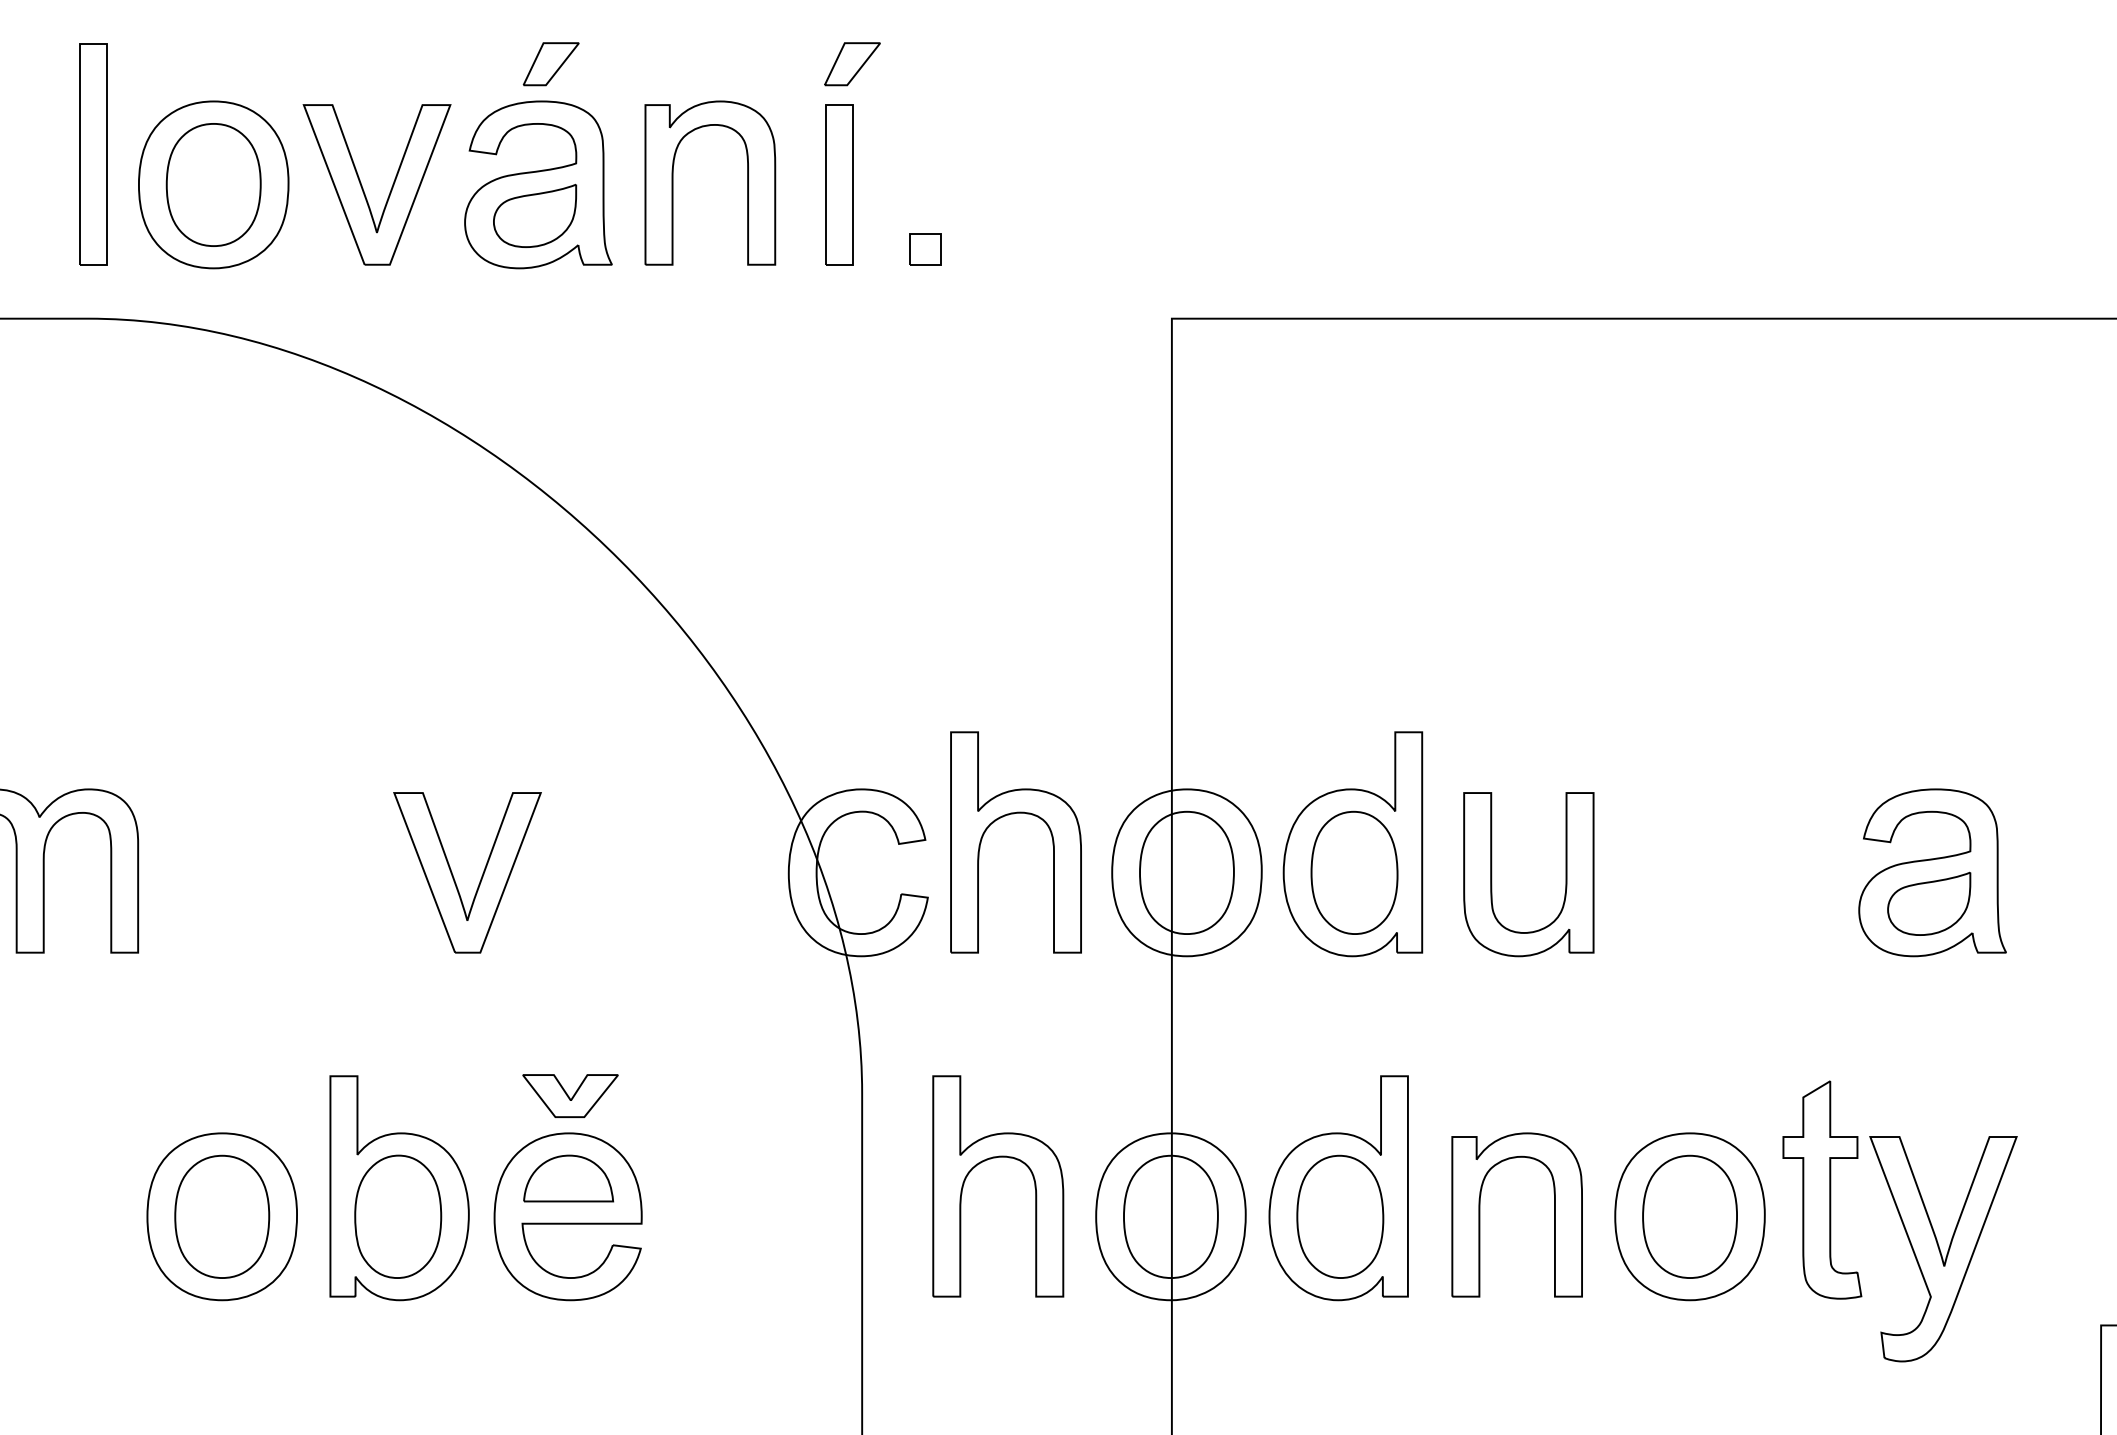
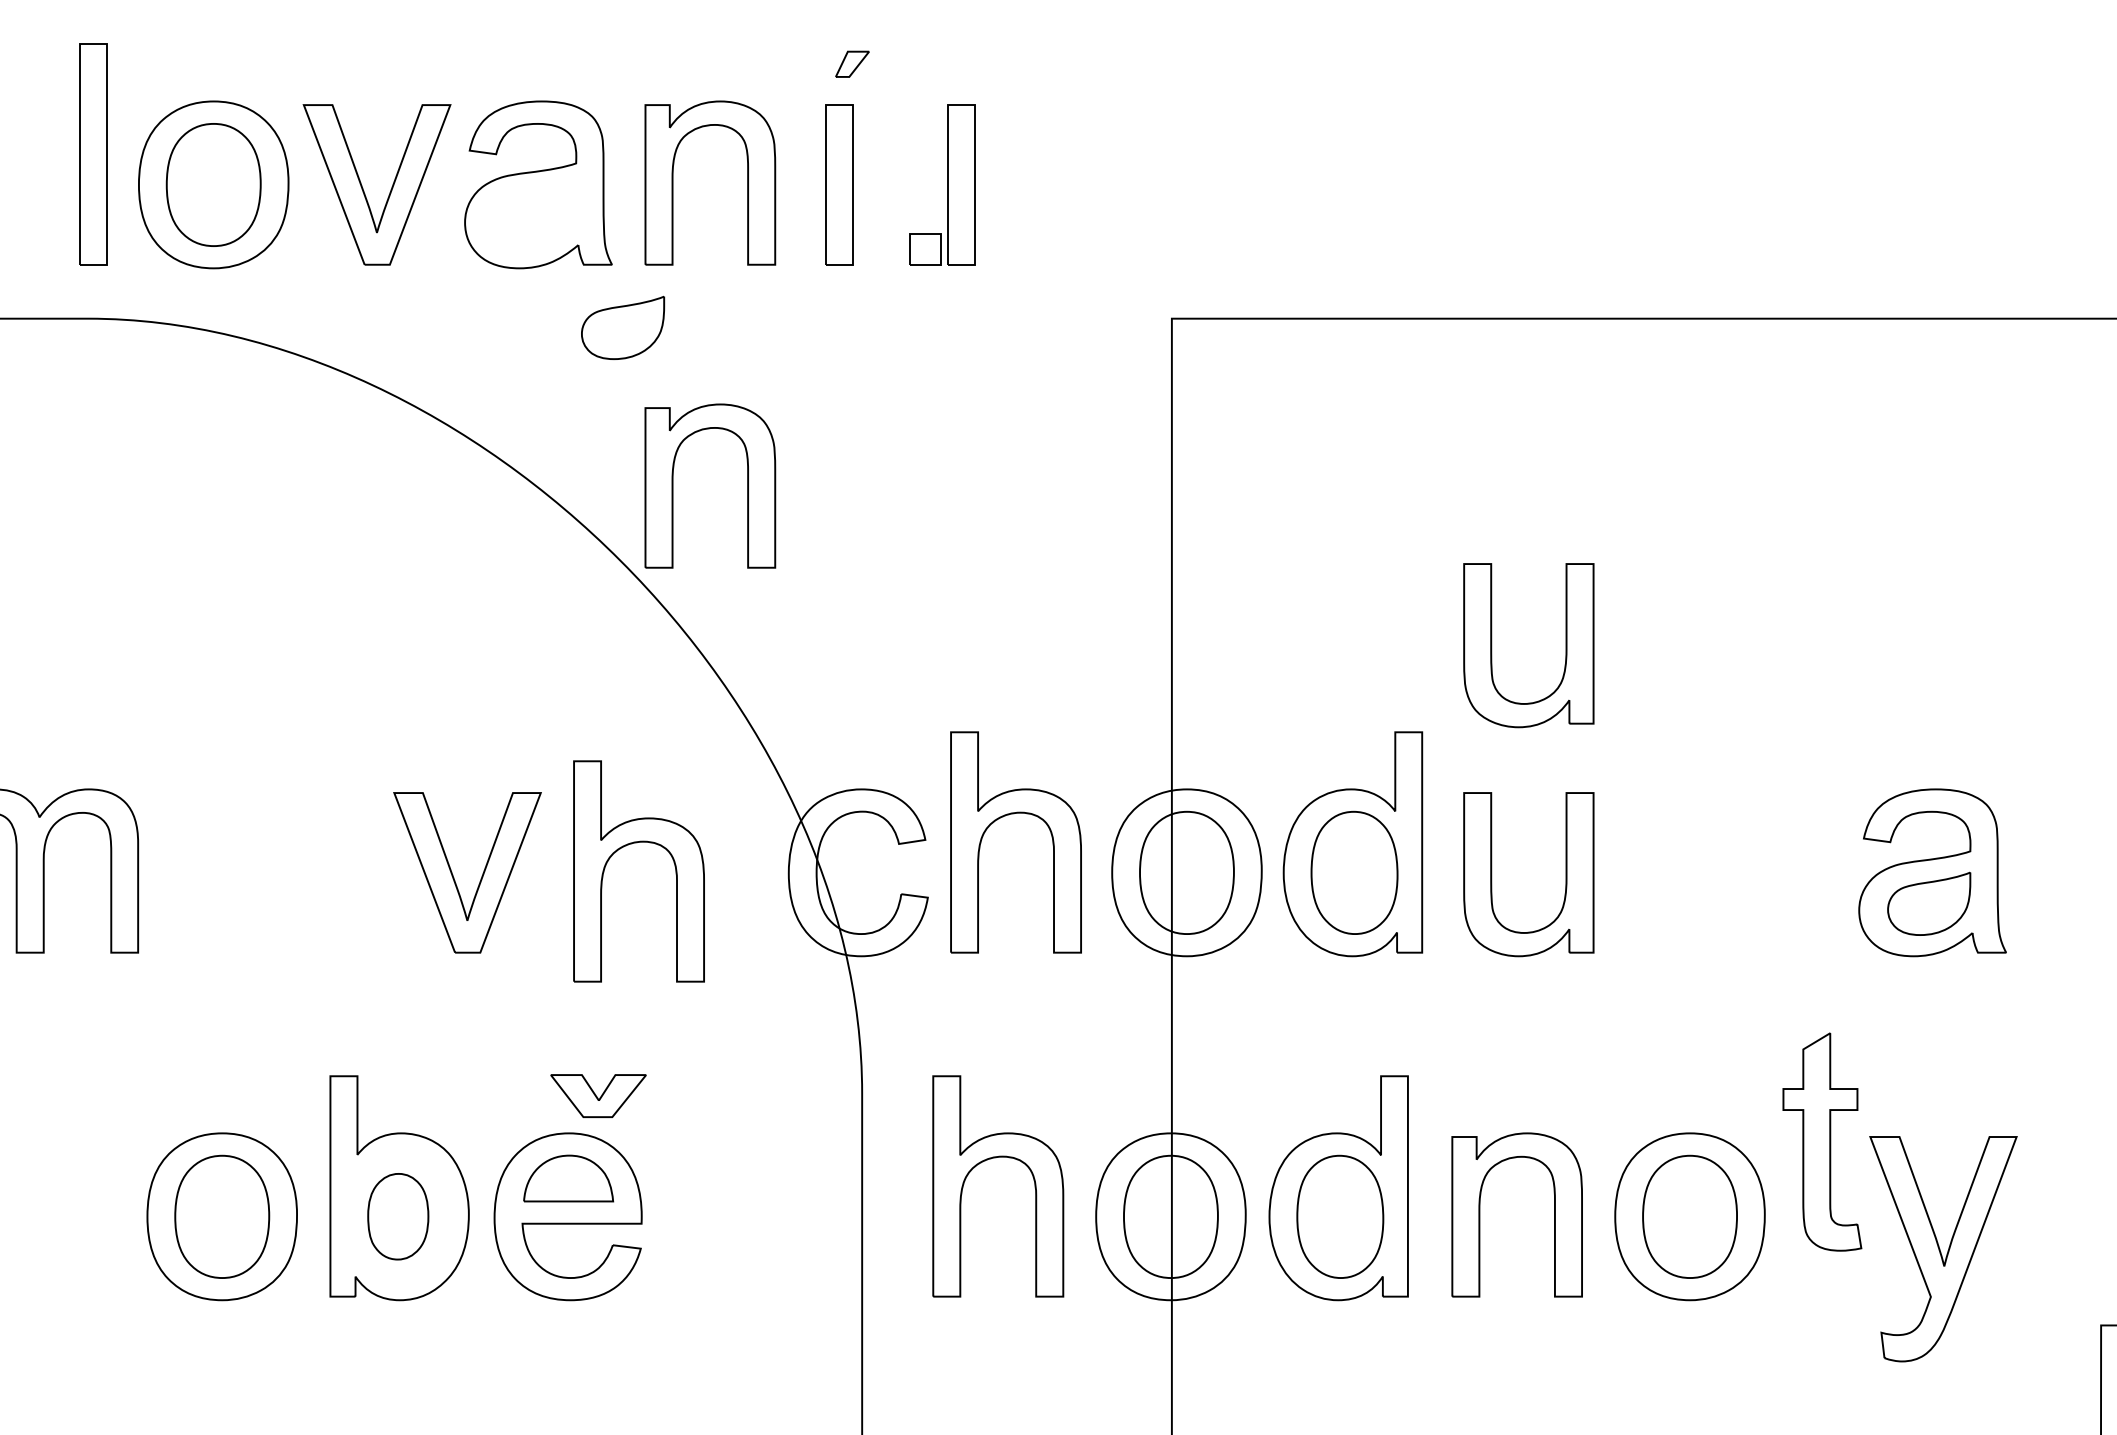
part at (550, 64): present -> none
part at (852, 64) size: 57x45 px -> 35x28 px
part at (961, 184): none -> present
part at (535, 215) position: (535, 215) -> (623, 327)
part at (673, 485): none -> present
part at (1492, 645): none -> present
part at (626, 846): none -> present
part at (570, 1095) position: (570, 1095) -> (598, 1095)
part at (1822, 1189) position: (1822, 1189) -> (1822, 1141)
part at (398, 1216) size: 89x125 px -> 63x88 px
